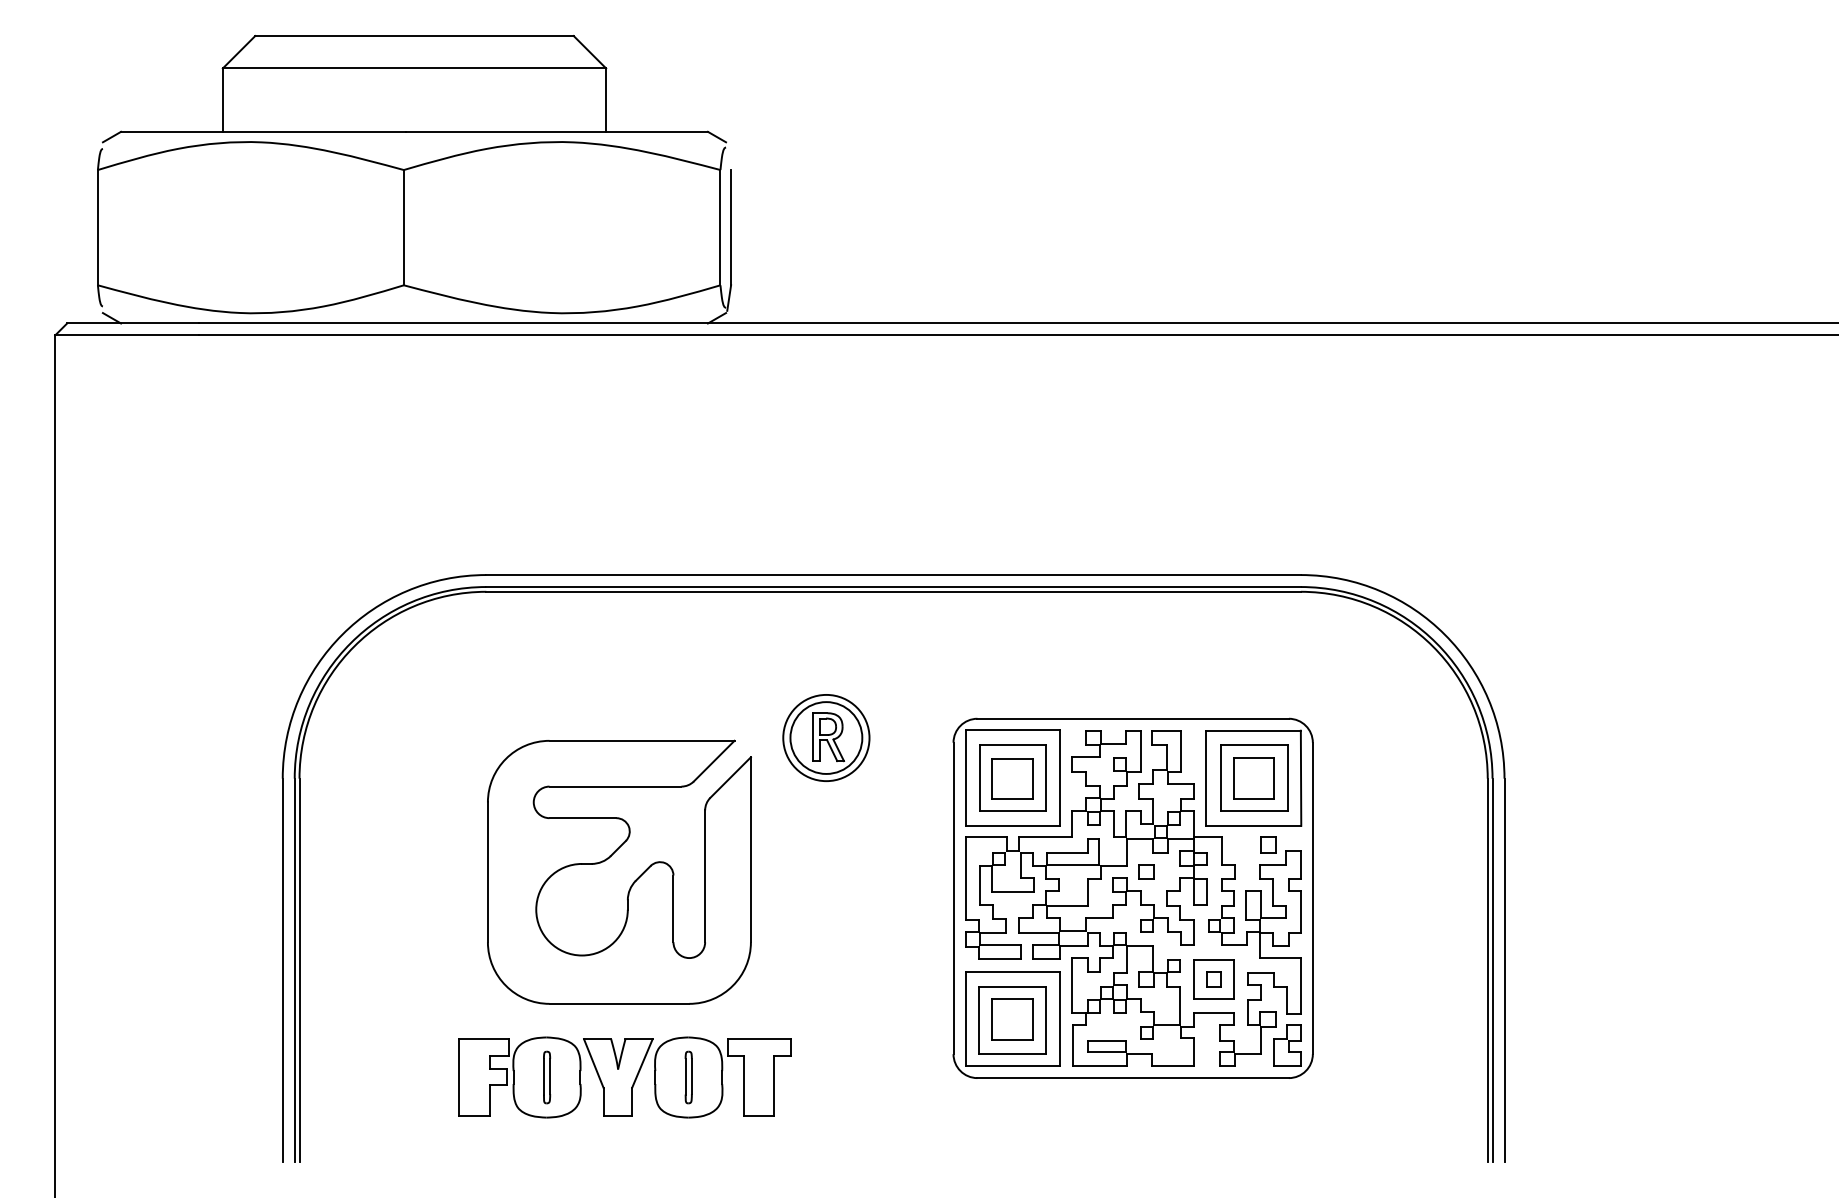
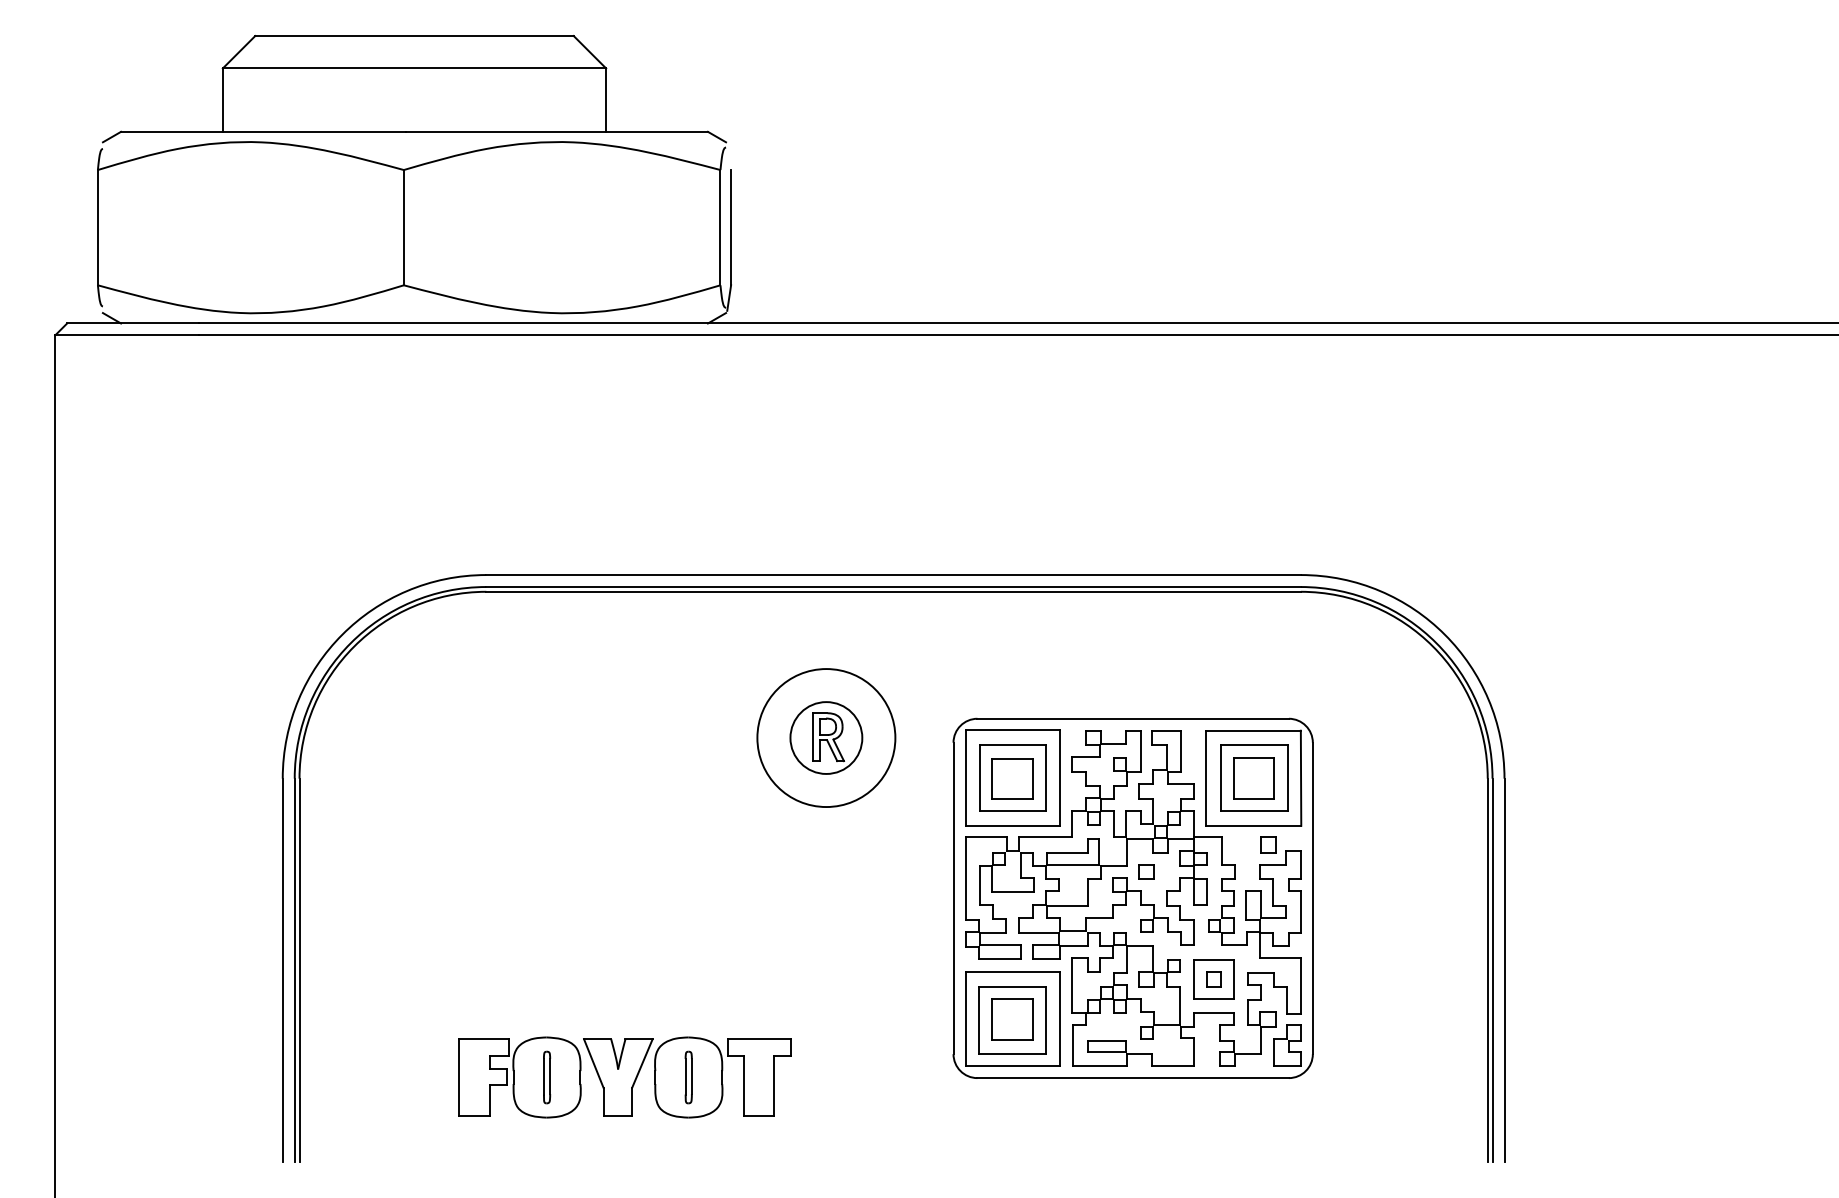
circle at (826, 737) diameter: 86 px -> 138 px
part at (608, 859): present -> none
